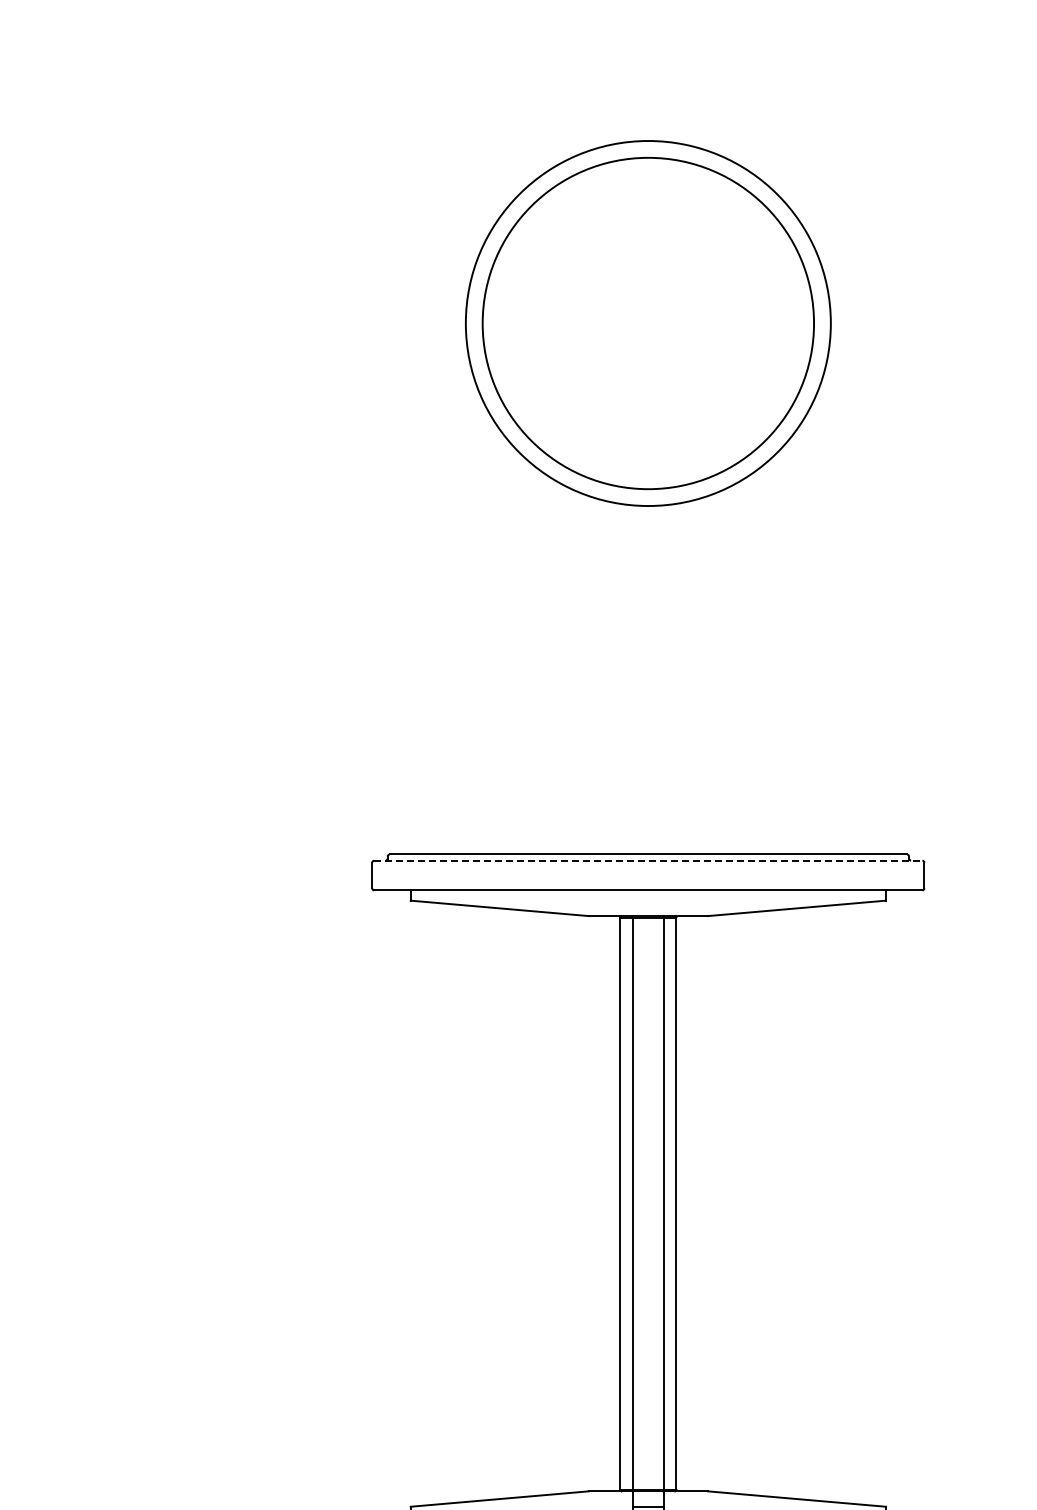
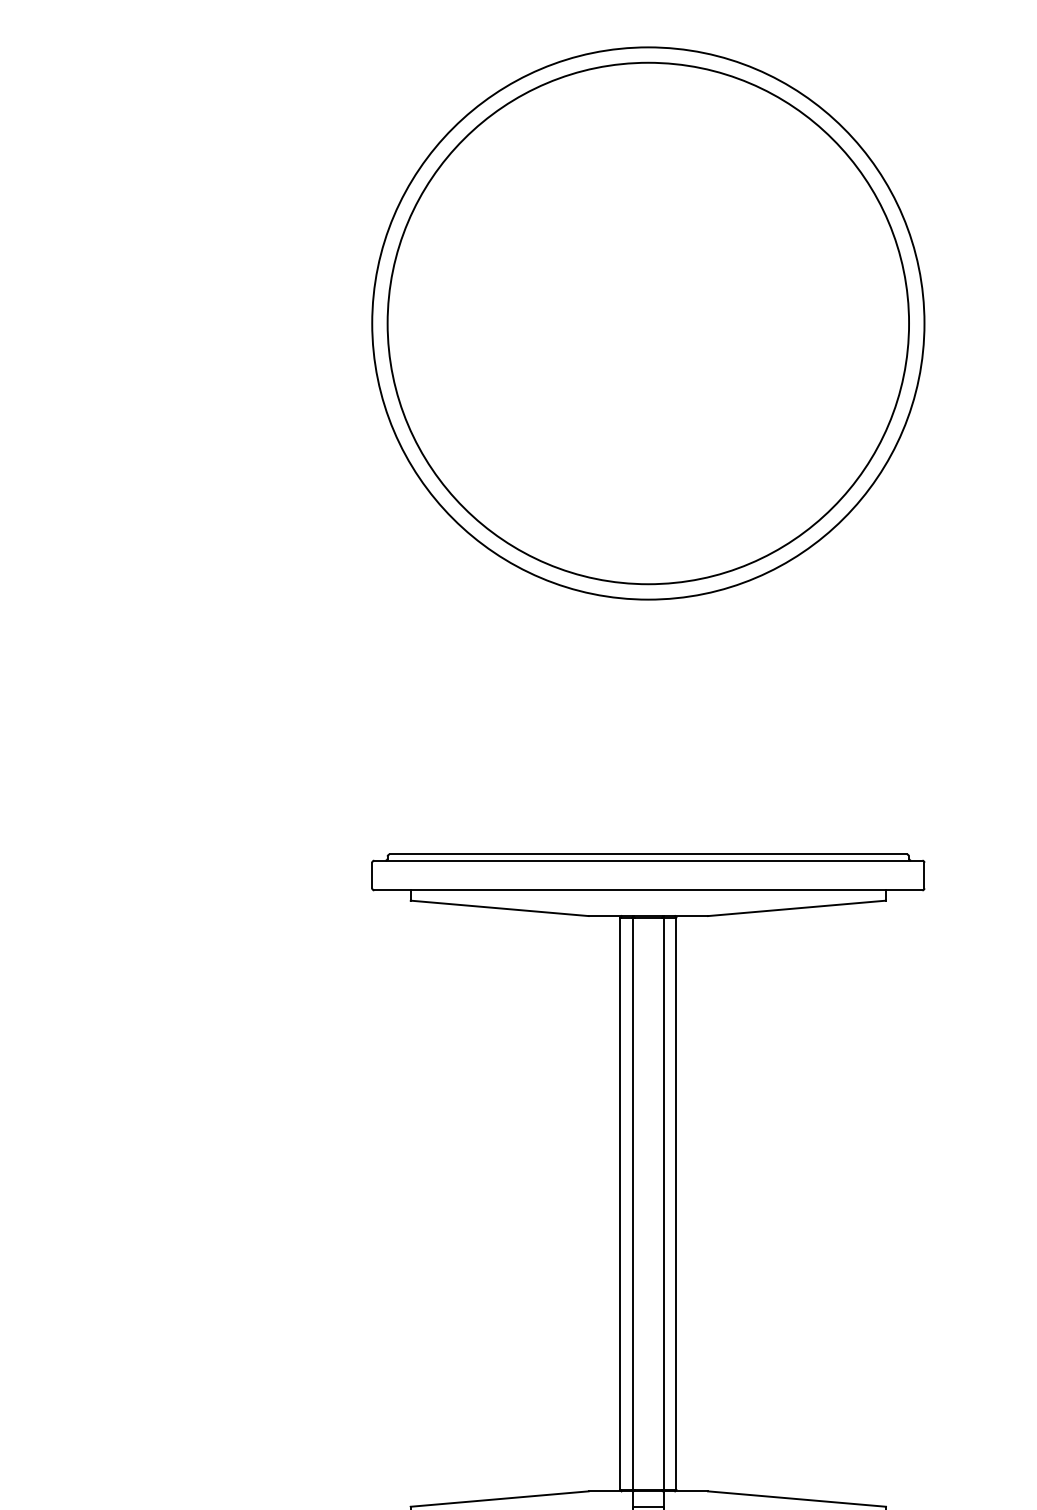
circle at (647, 323) diameter: 365 px -> 521 px
circle at (648, 323) diameter: 331 px -> 552 px
line at (648, 860): dashed -> solid
